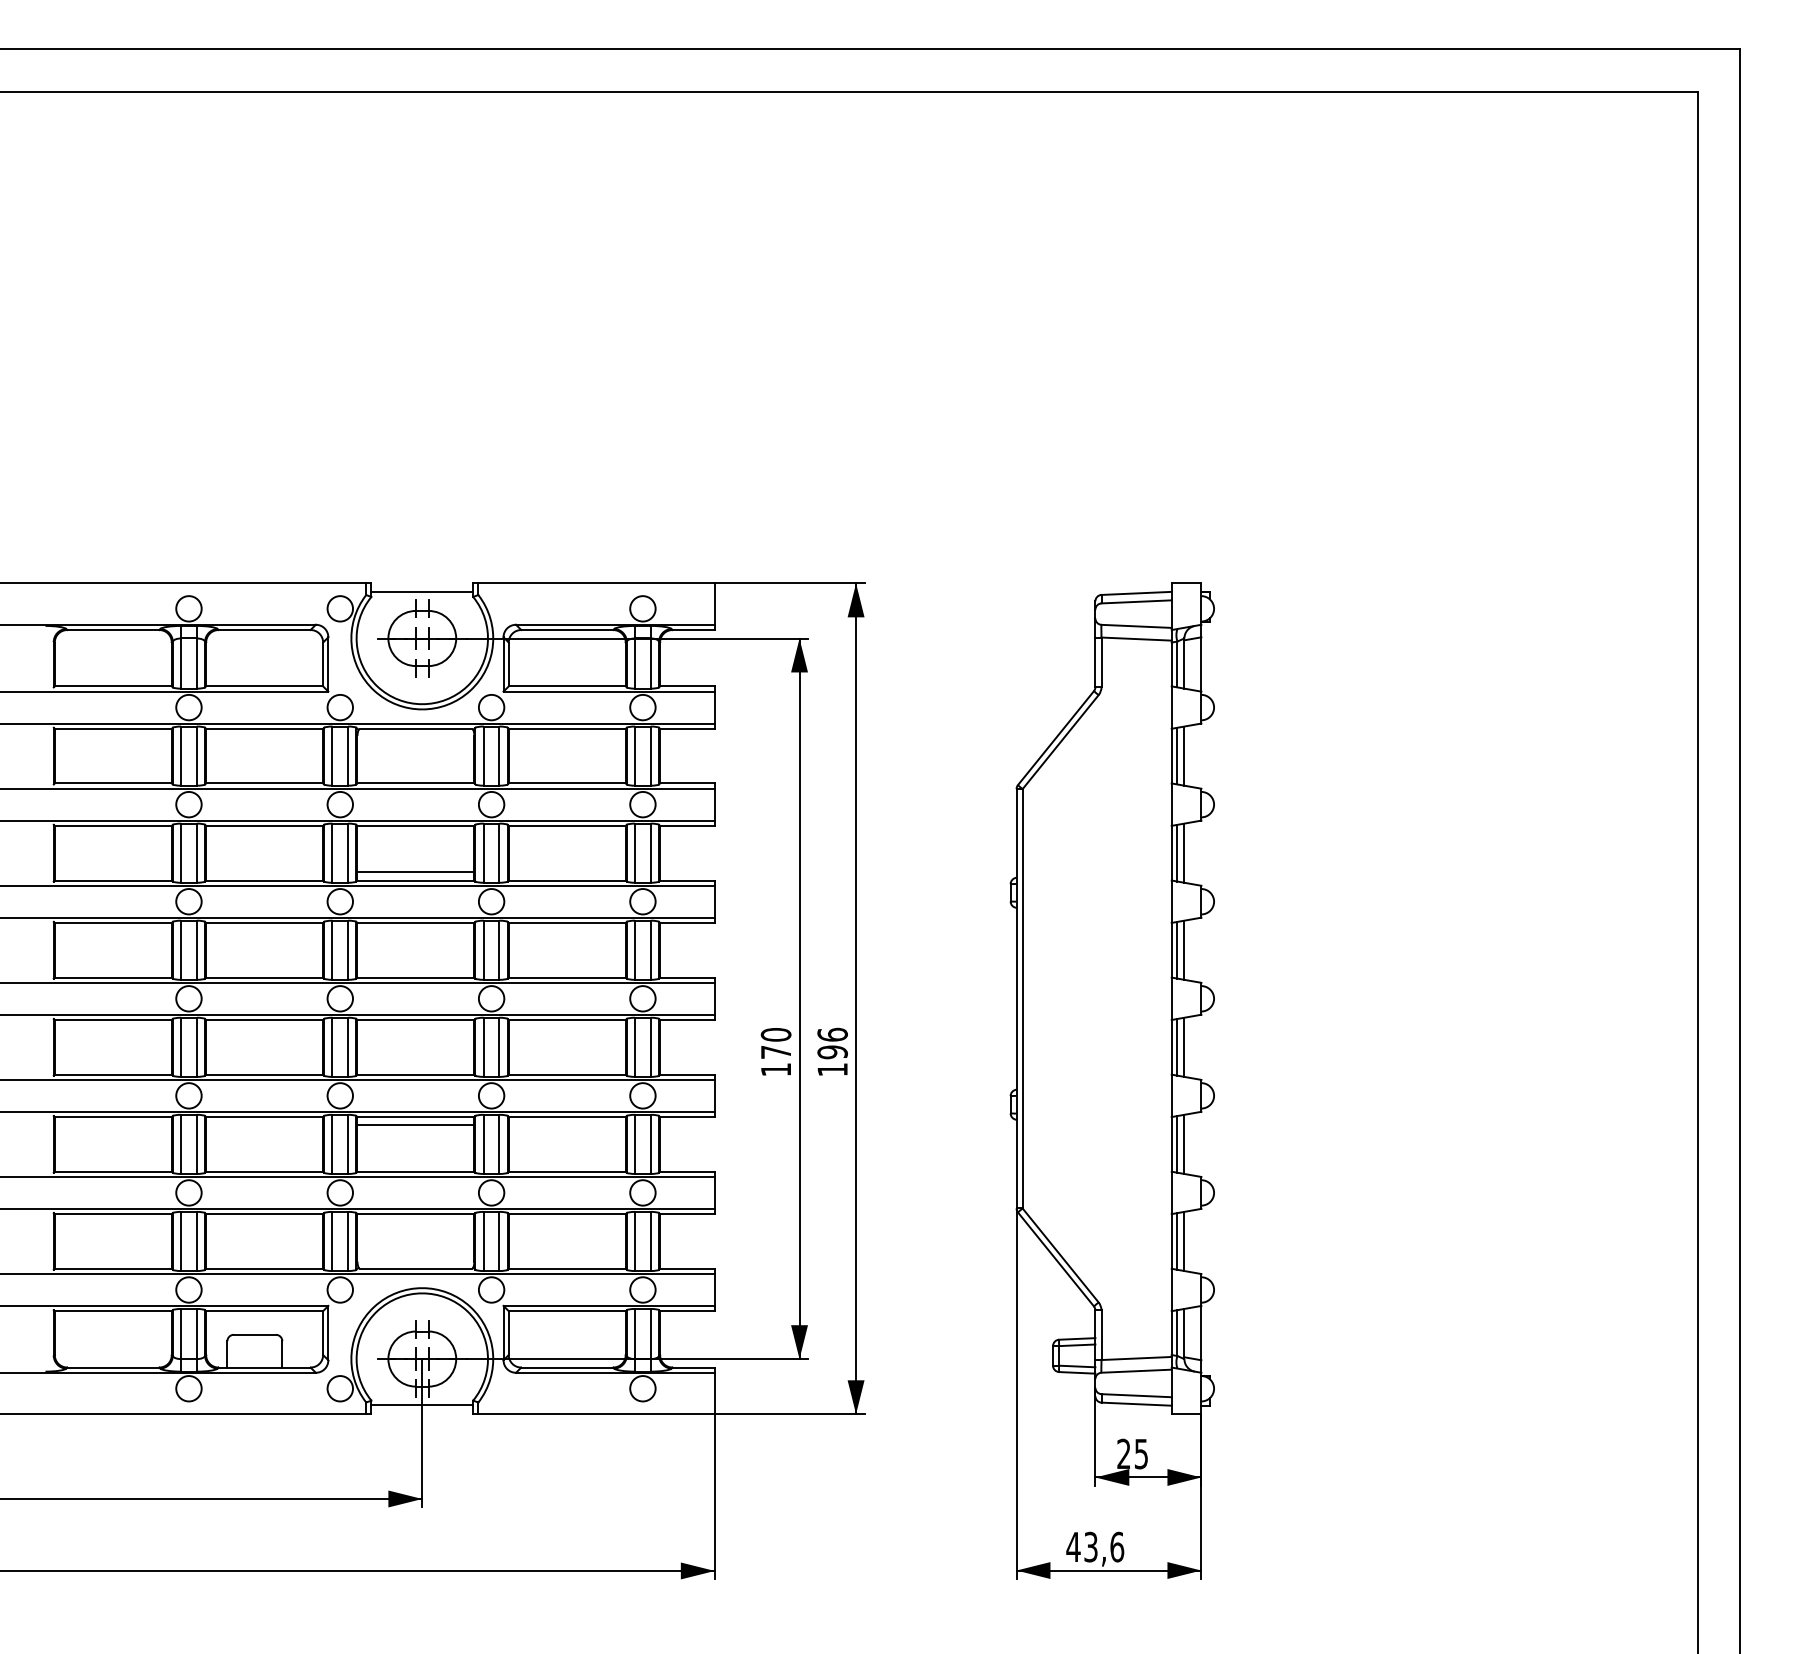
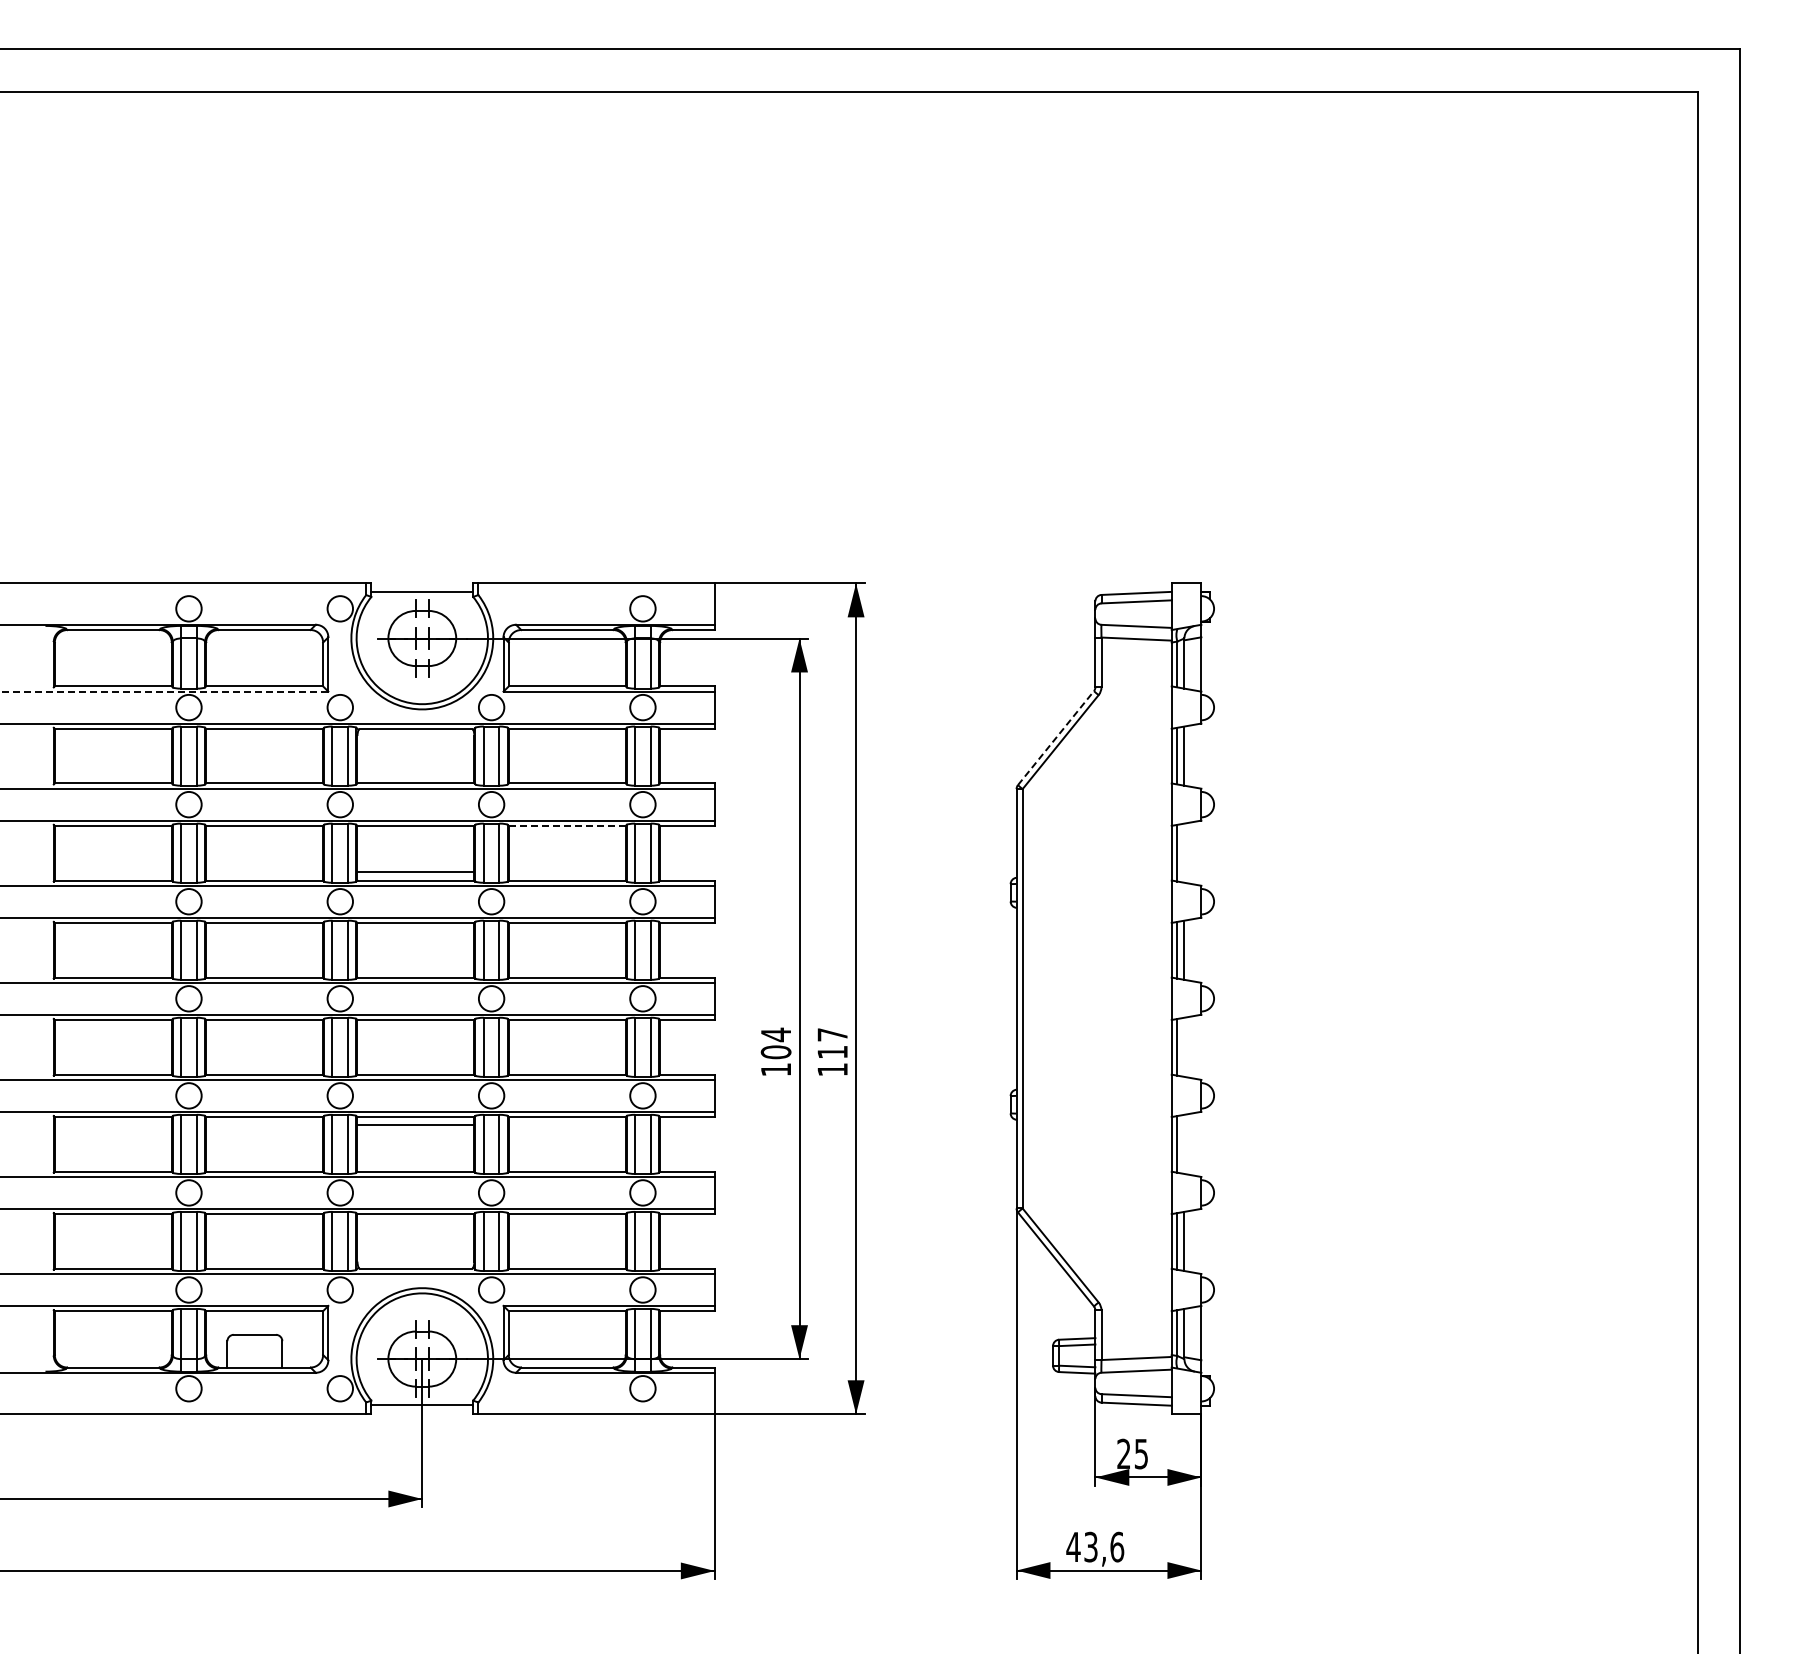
line at (164, 691): solid -> dashed
line at (1056, 737): solid -> dashed
line at (566, 825): solid -> dashed
line at (1184, 852): present -> none
text at (775, 1043): 170 -> 104
text at (832, 1043): 196 -> 117
line at (1184, 1046): present -> none
line at (1184, 1143): present -> none
